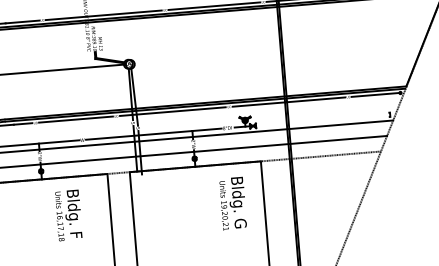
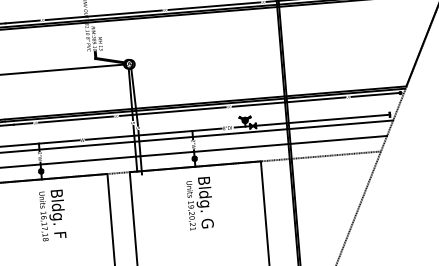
line at (323, 119): none -> present
text at (232, 203) position: (232, 203) -> (199, 203)
text at (68, 215) position: (68, 215) -> (52, 215)
